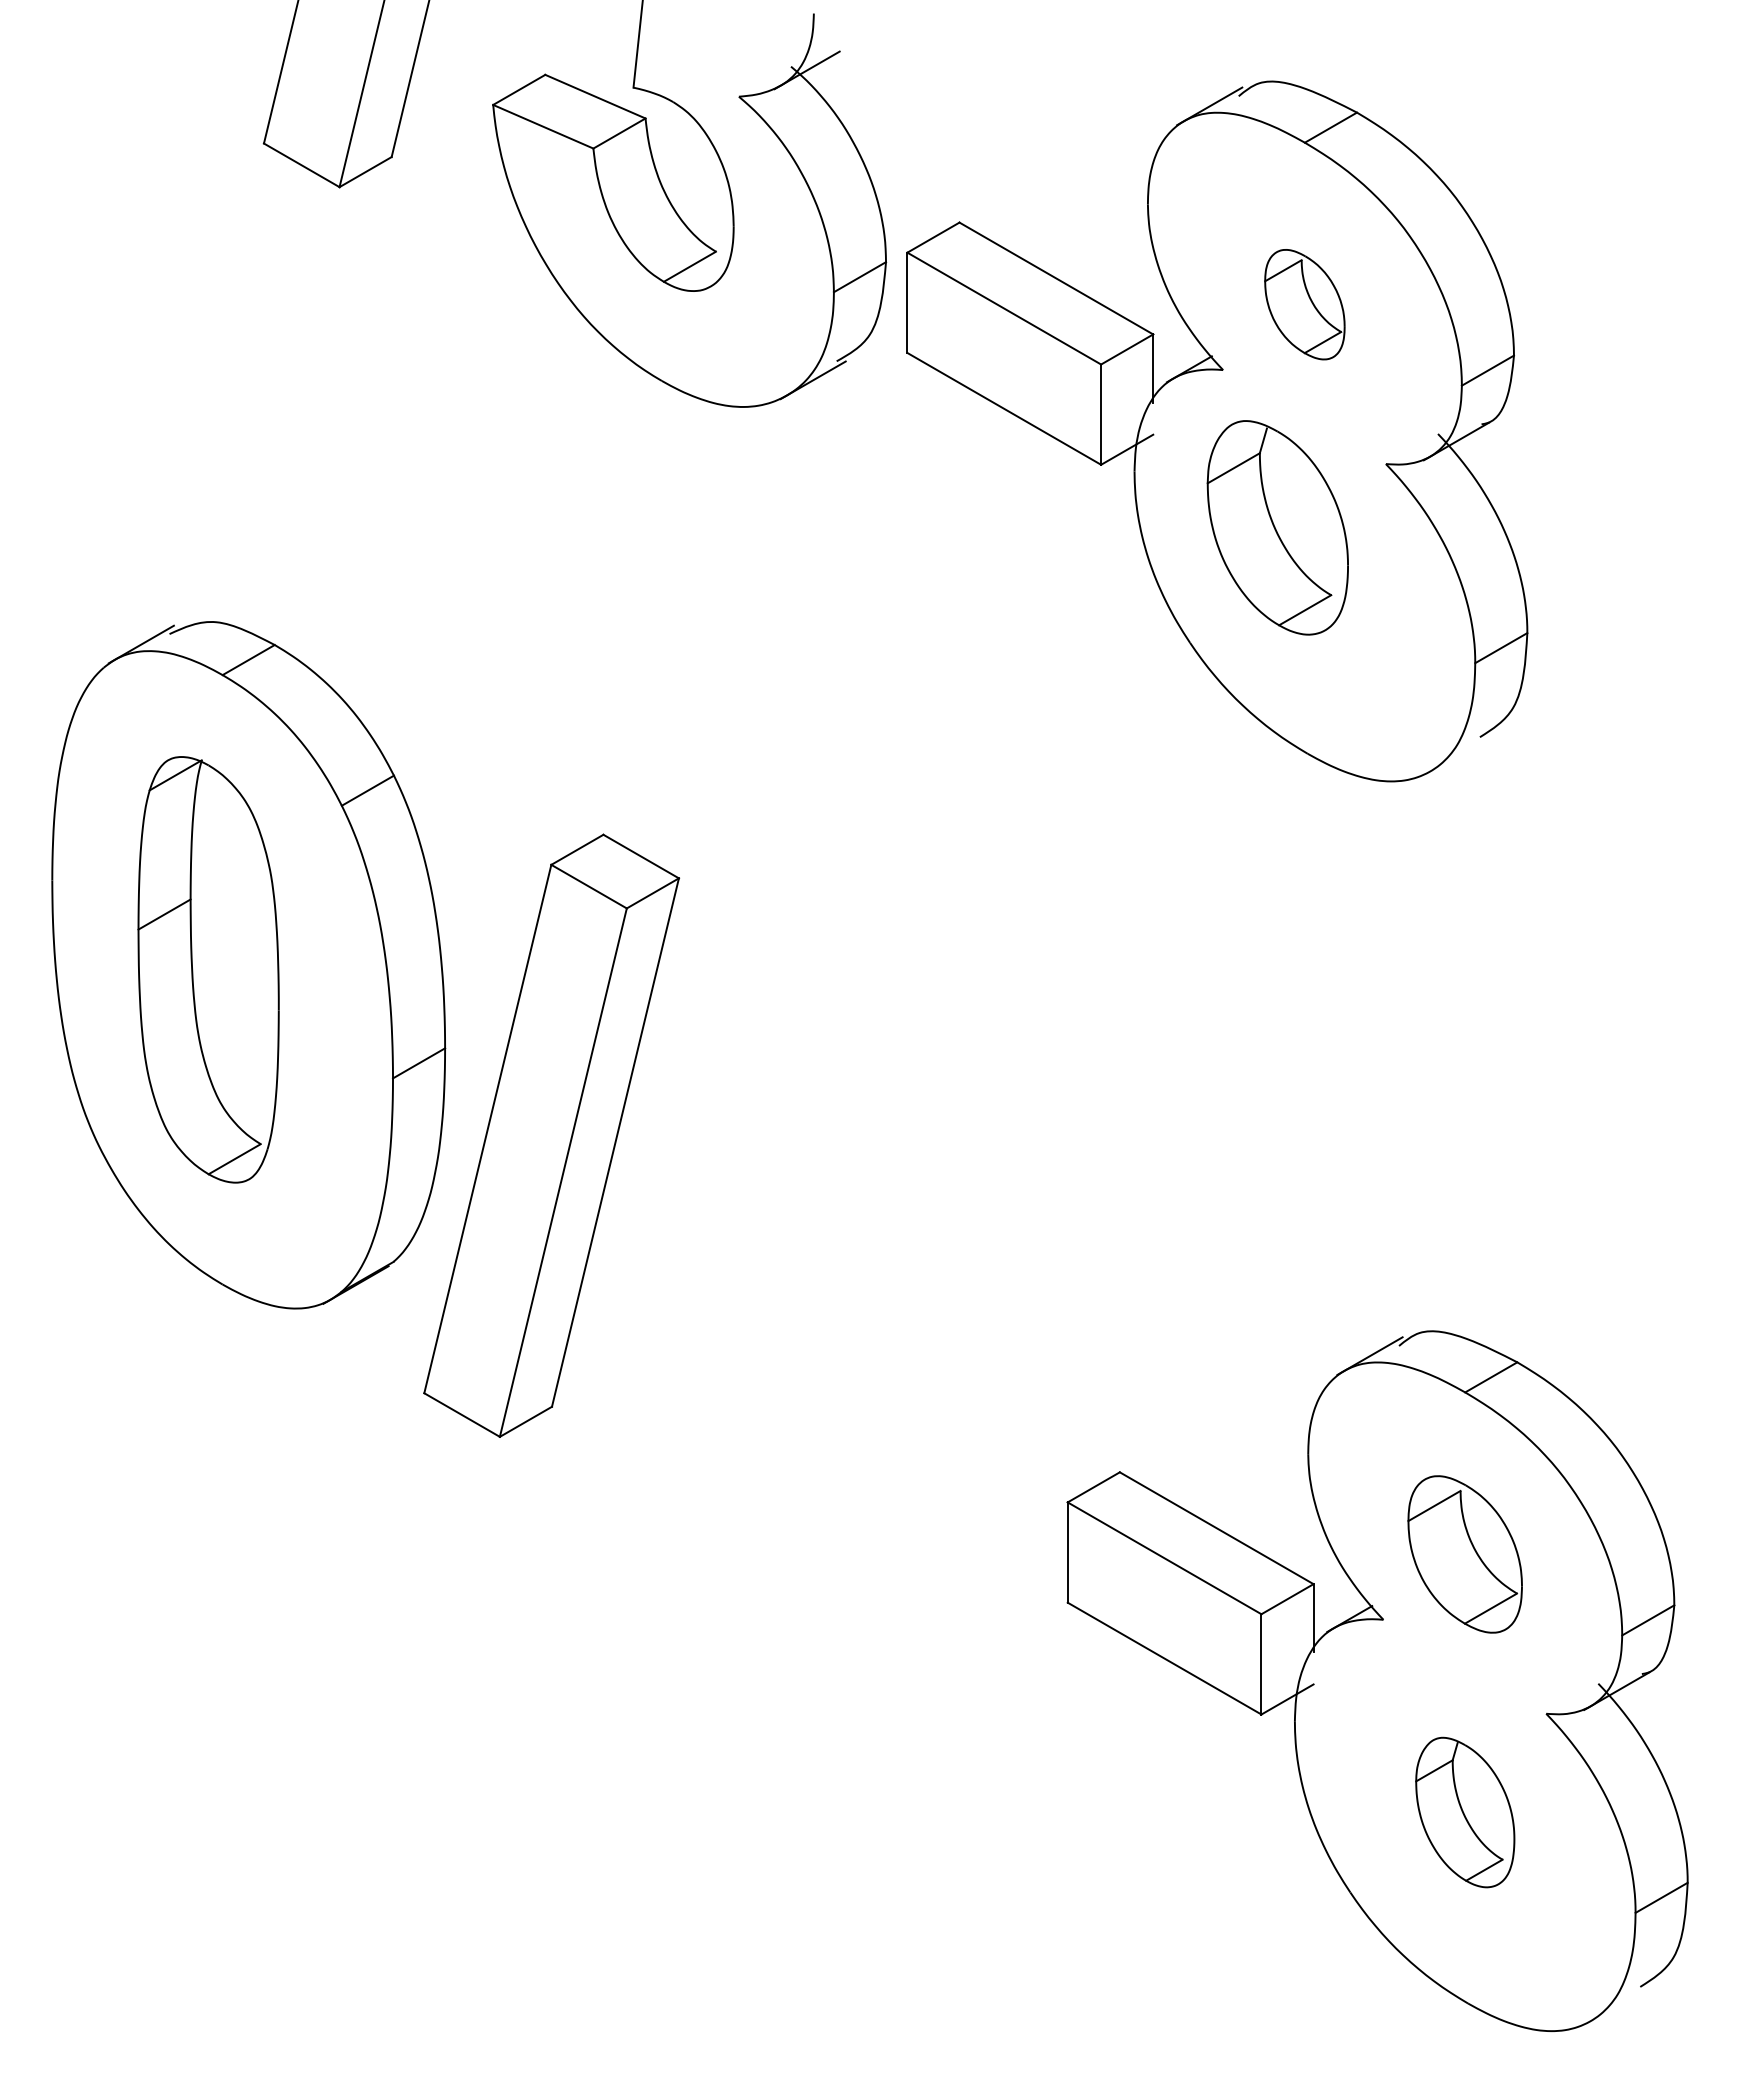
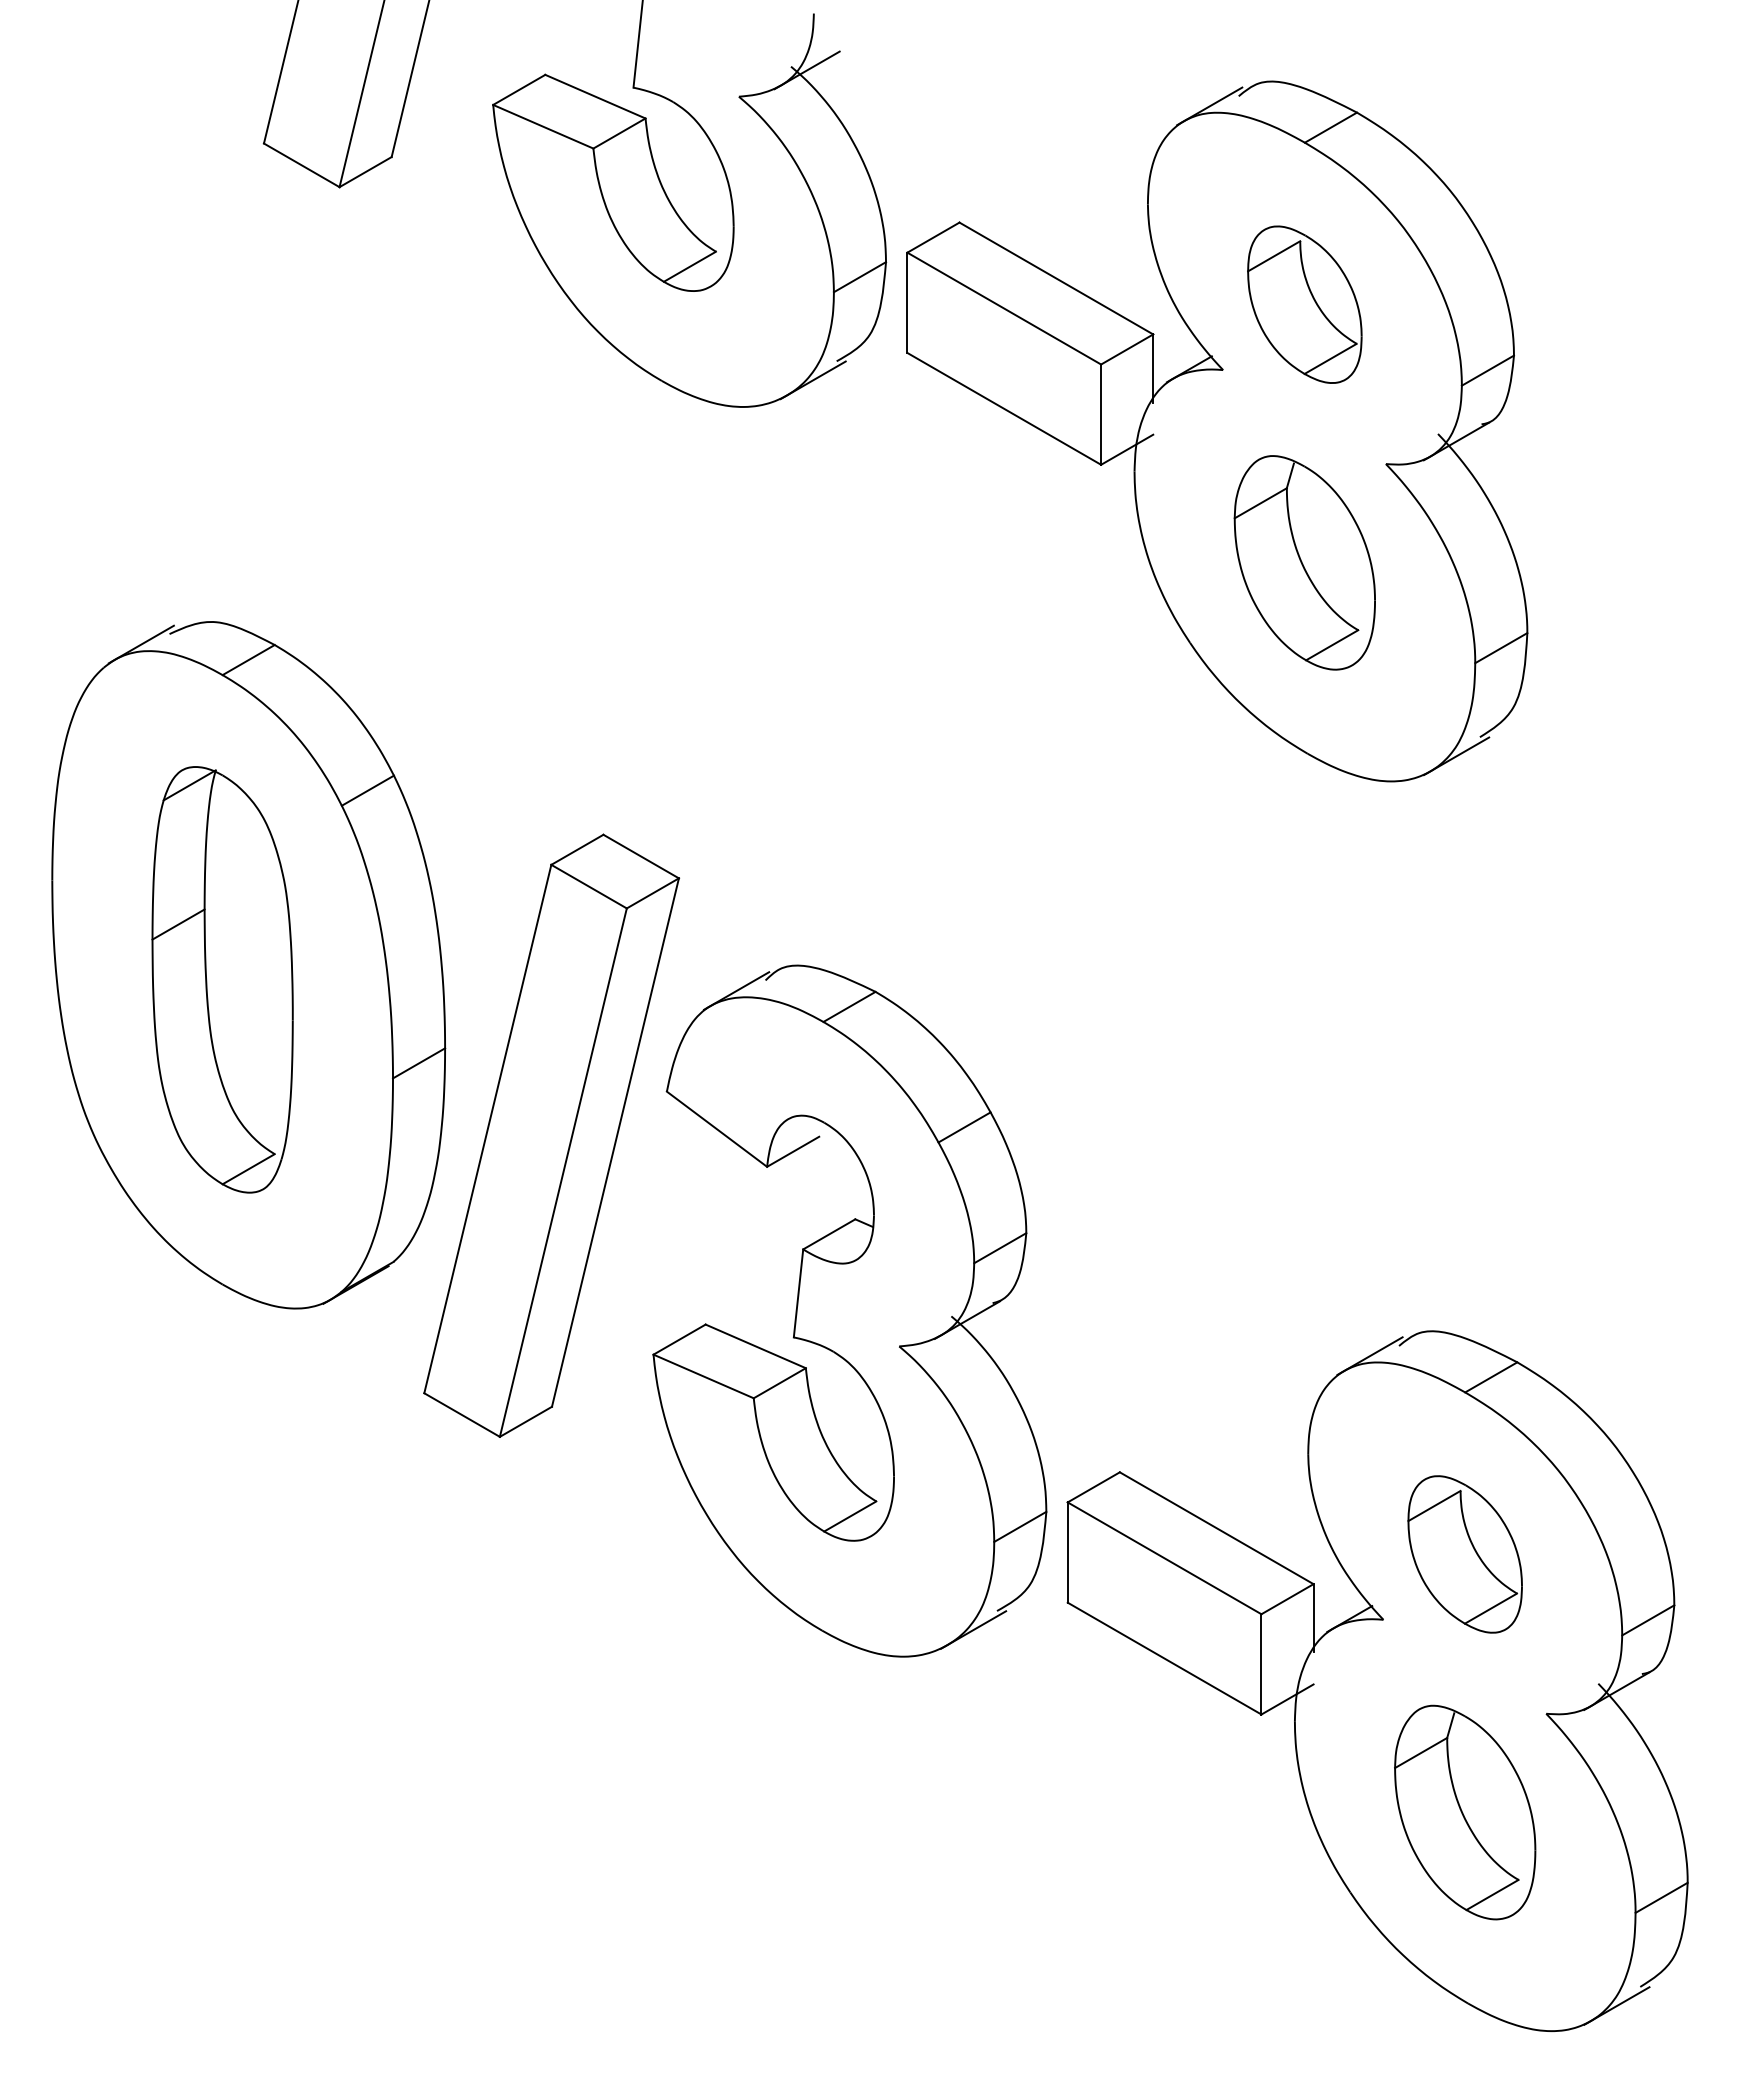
part at (1304, 304) size: 82x112 px -> 116x159 px
part at (1277, 527) position: (1277, 527) -> (1304, 562)
line at (1456, 756): none -> present
part at (208, 969) position: (208, 969) -> (222, 979)
part at (849, 1310): none -> present
part at (1465, 1812) size: 101x153 px -> 143x217 px
line at (1616, 2005): none -> present
